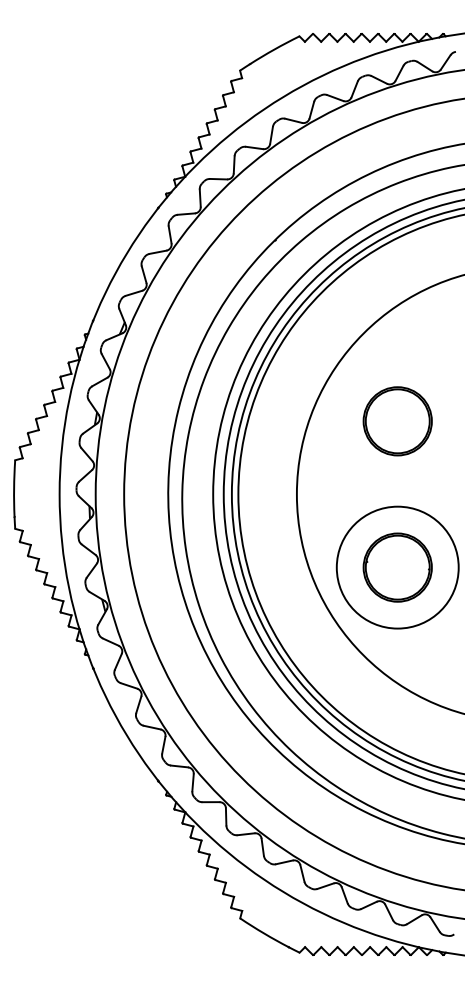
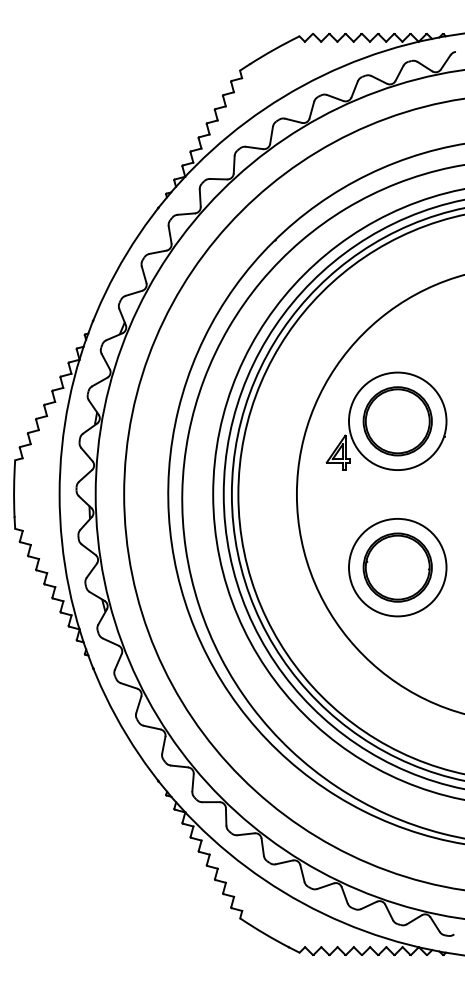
part at (386, 420): none -> present
circle at (397, 567) diameter: 122 px -> 98 px
